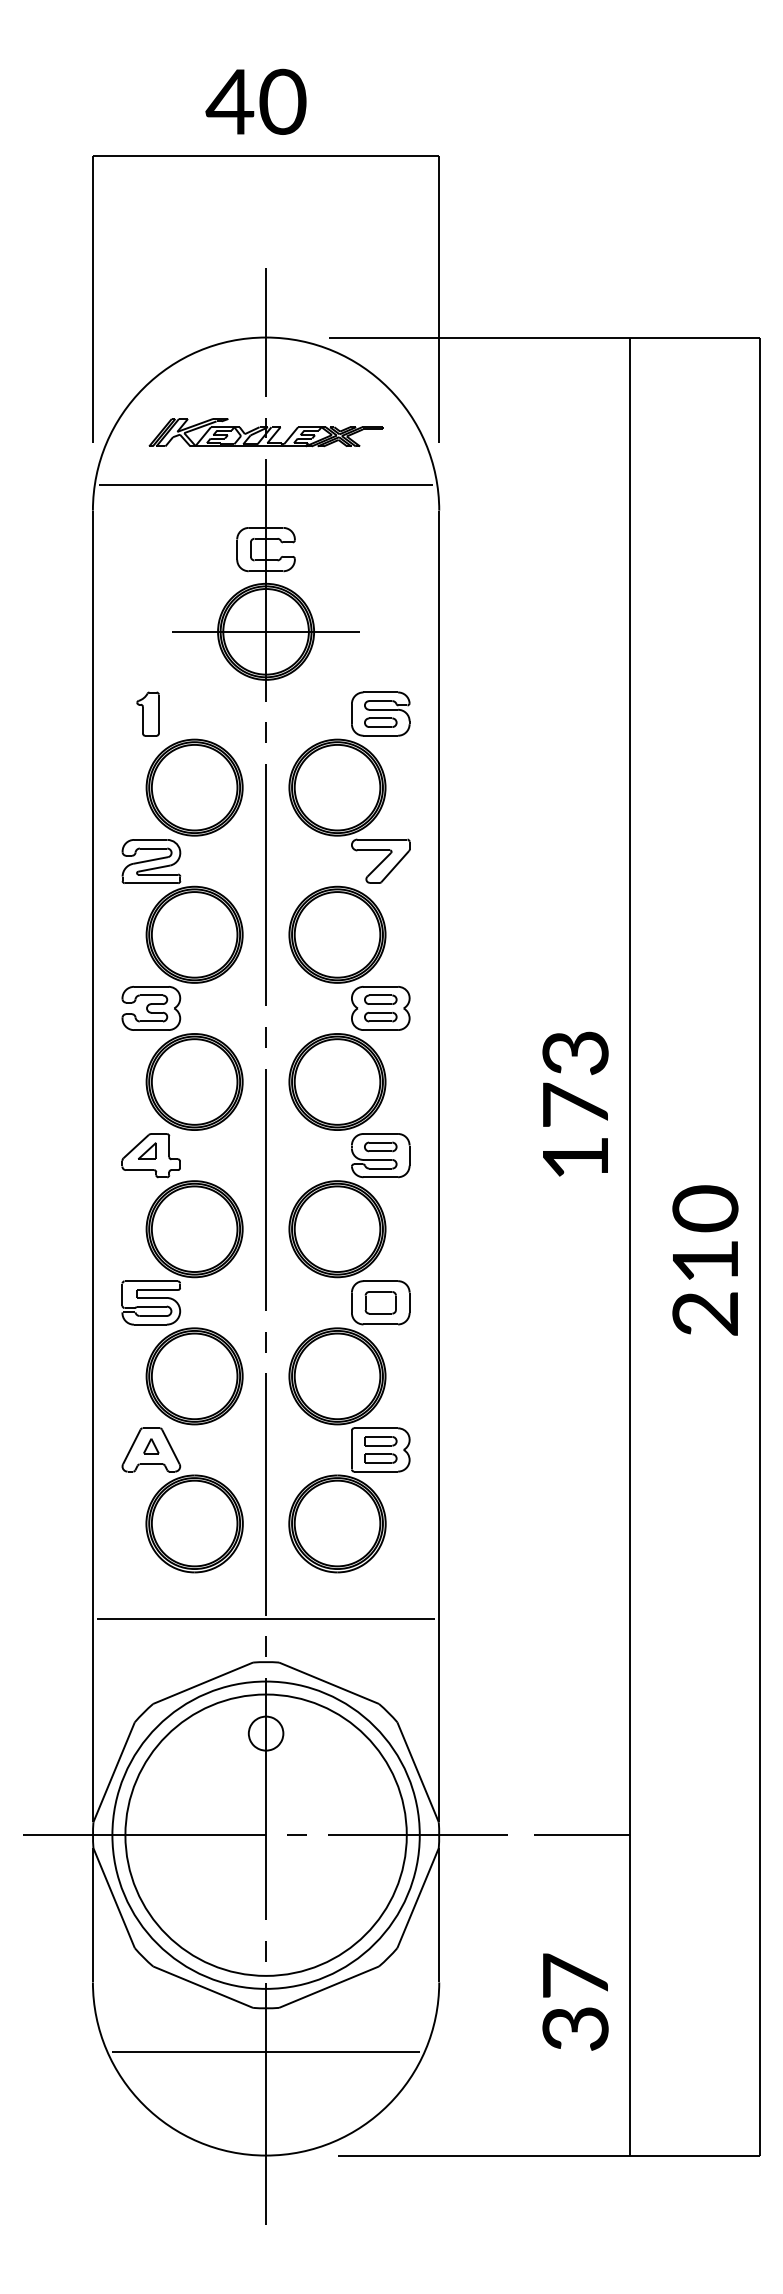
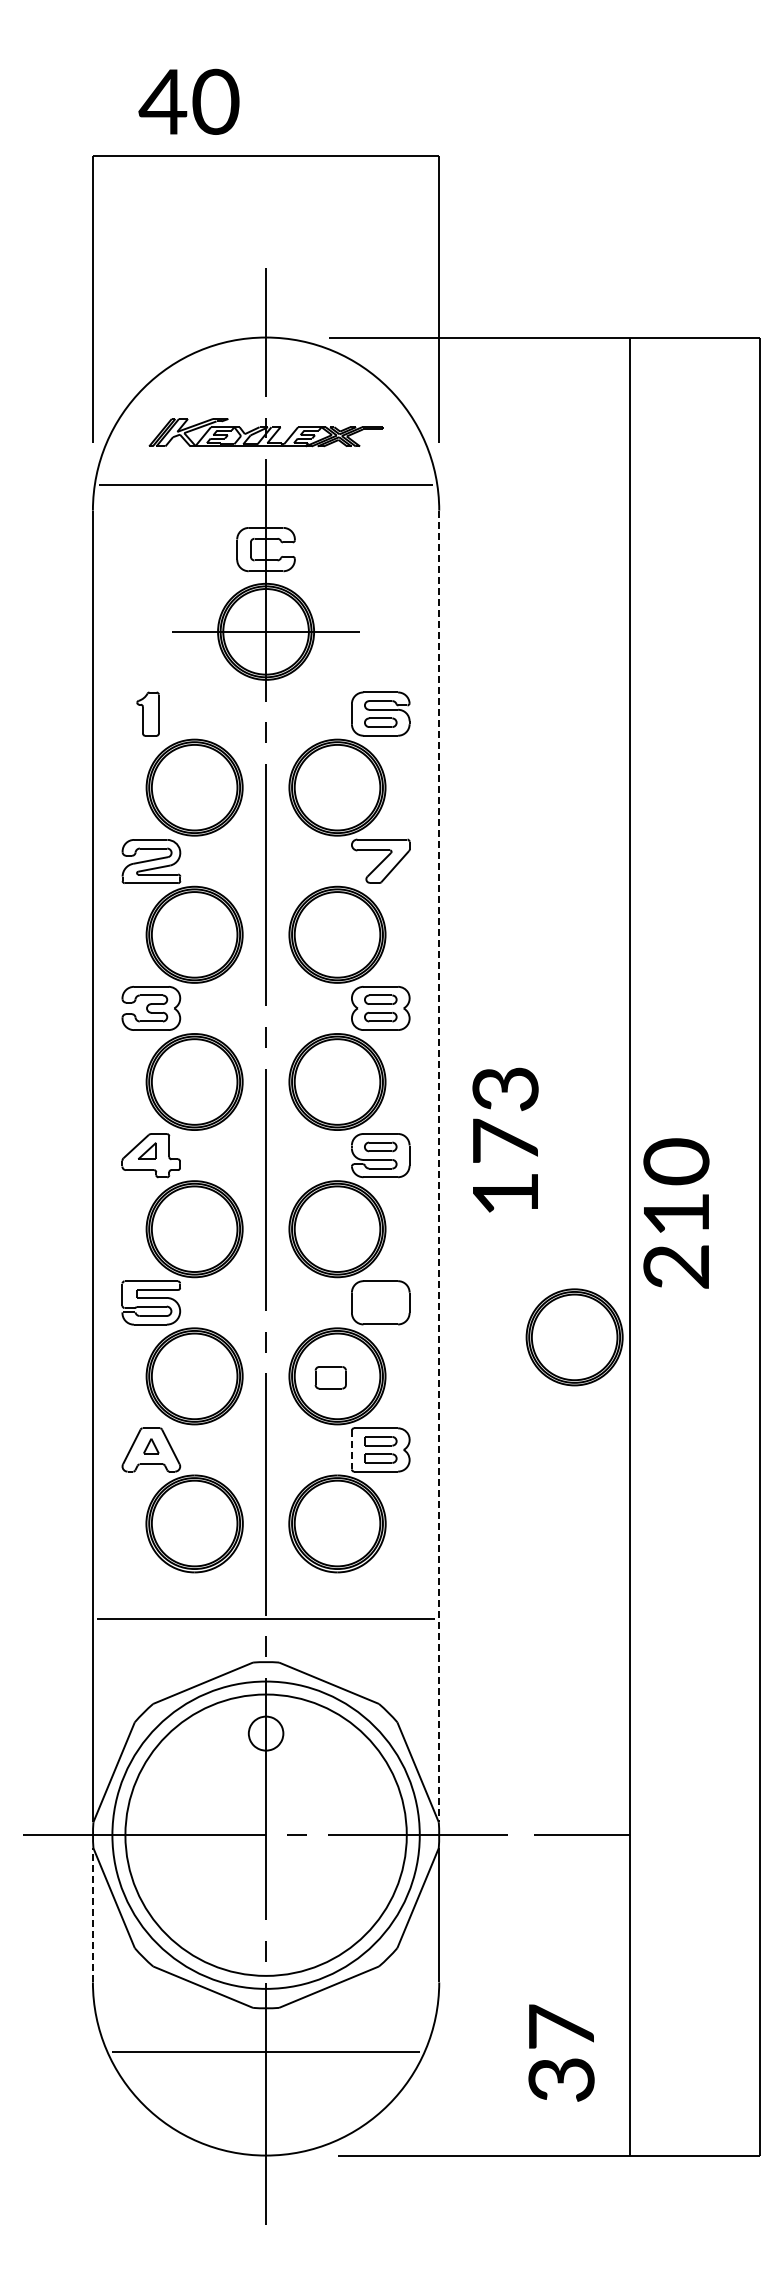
text at (255, 101) position: (255, 101) -> (188, 101)
text at (575, 1103) position: (575, 1103) -> (505, 1139)
line at (439, 1166): solid -> dashed
text at (705, 1260) position: (705, 1260) -> (676, 1213)
part at (380, 1302) position: (380, 1302) -> (330, 1377)
part at (574, 1337): none -> present
line at (351, 1450): solid -> dashed
line at (92, 1914): solid -> dashed
text at (575, 2001) position: (575, 2001) -> (561, 2052)
